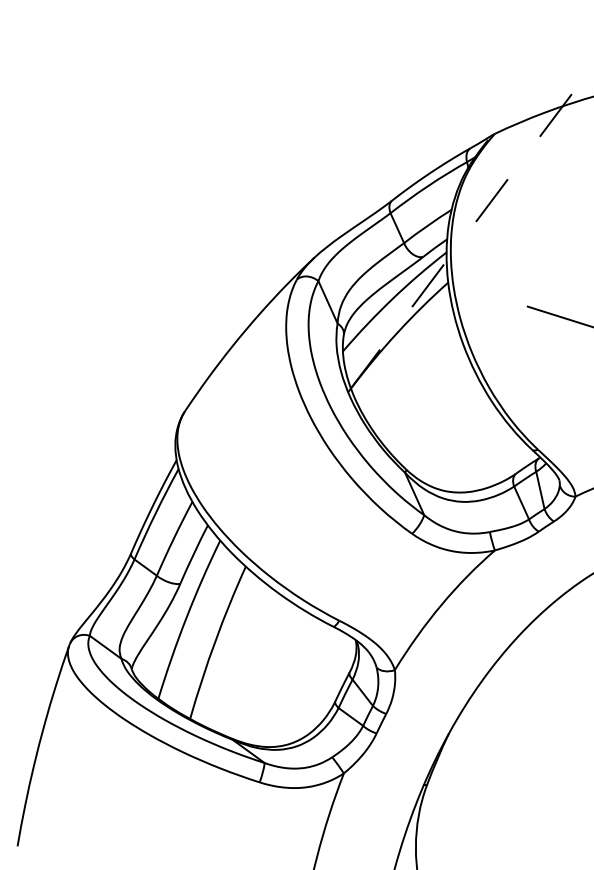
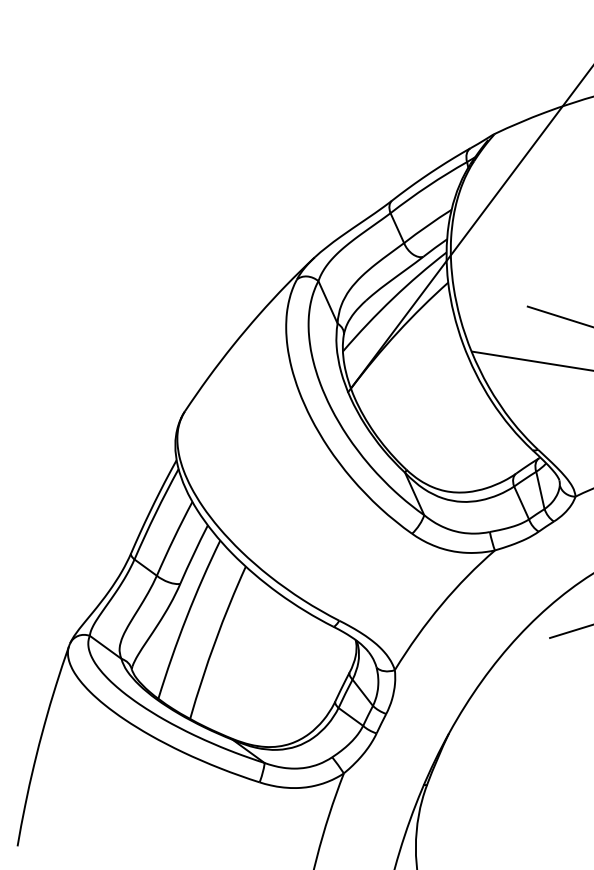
line at (471, 228): dashed -> solid
line at (531, 360): none -> present
line at (570, 631): none -> present
